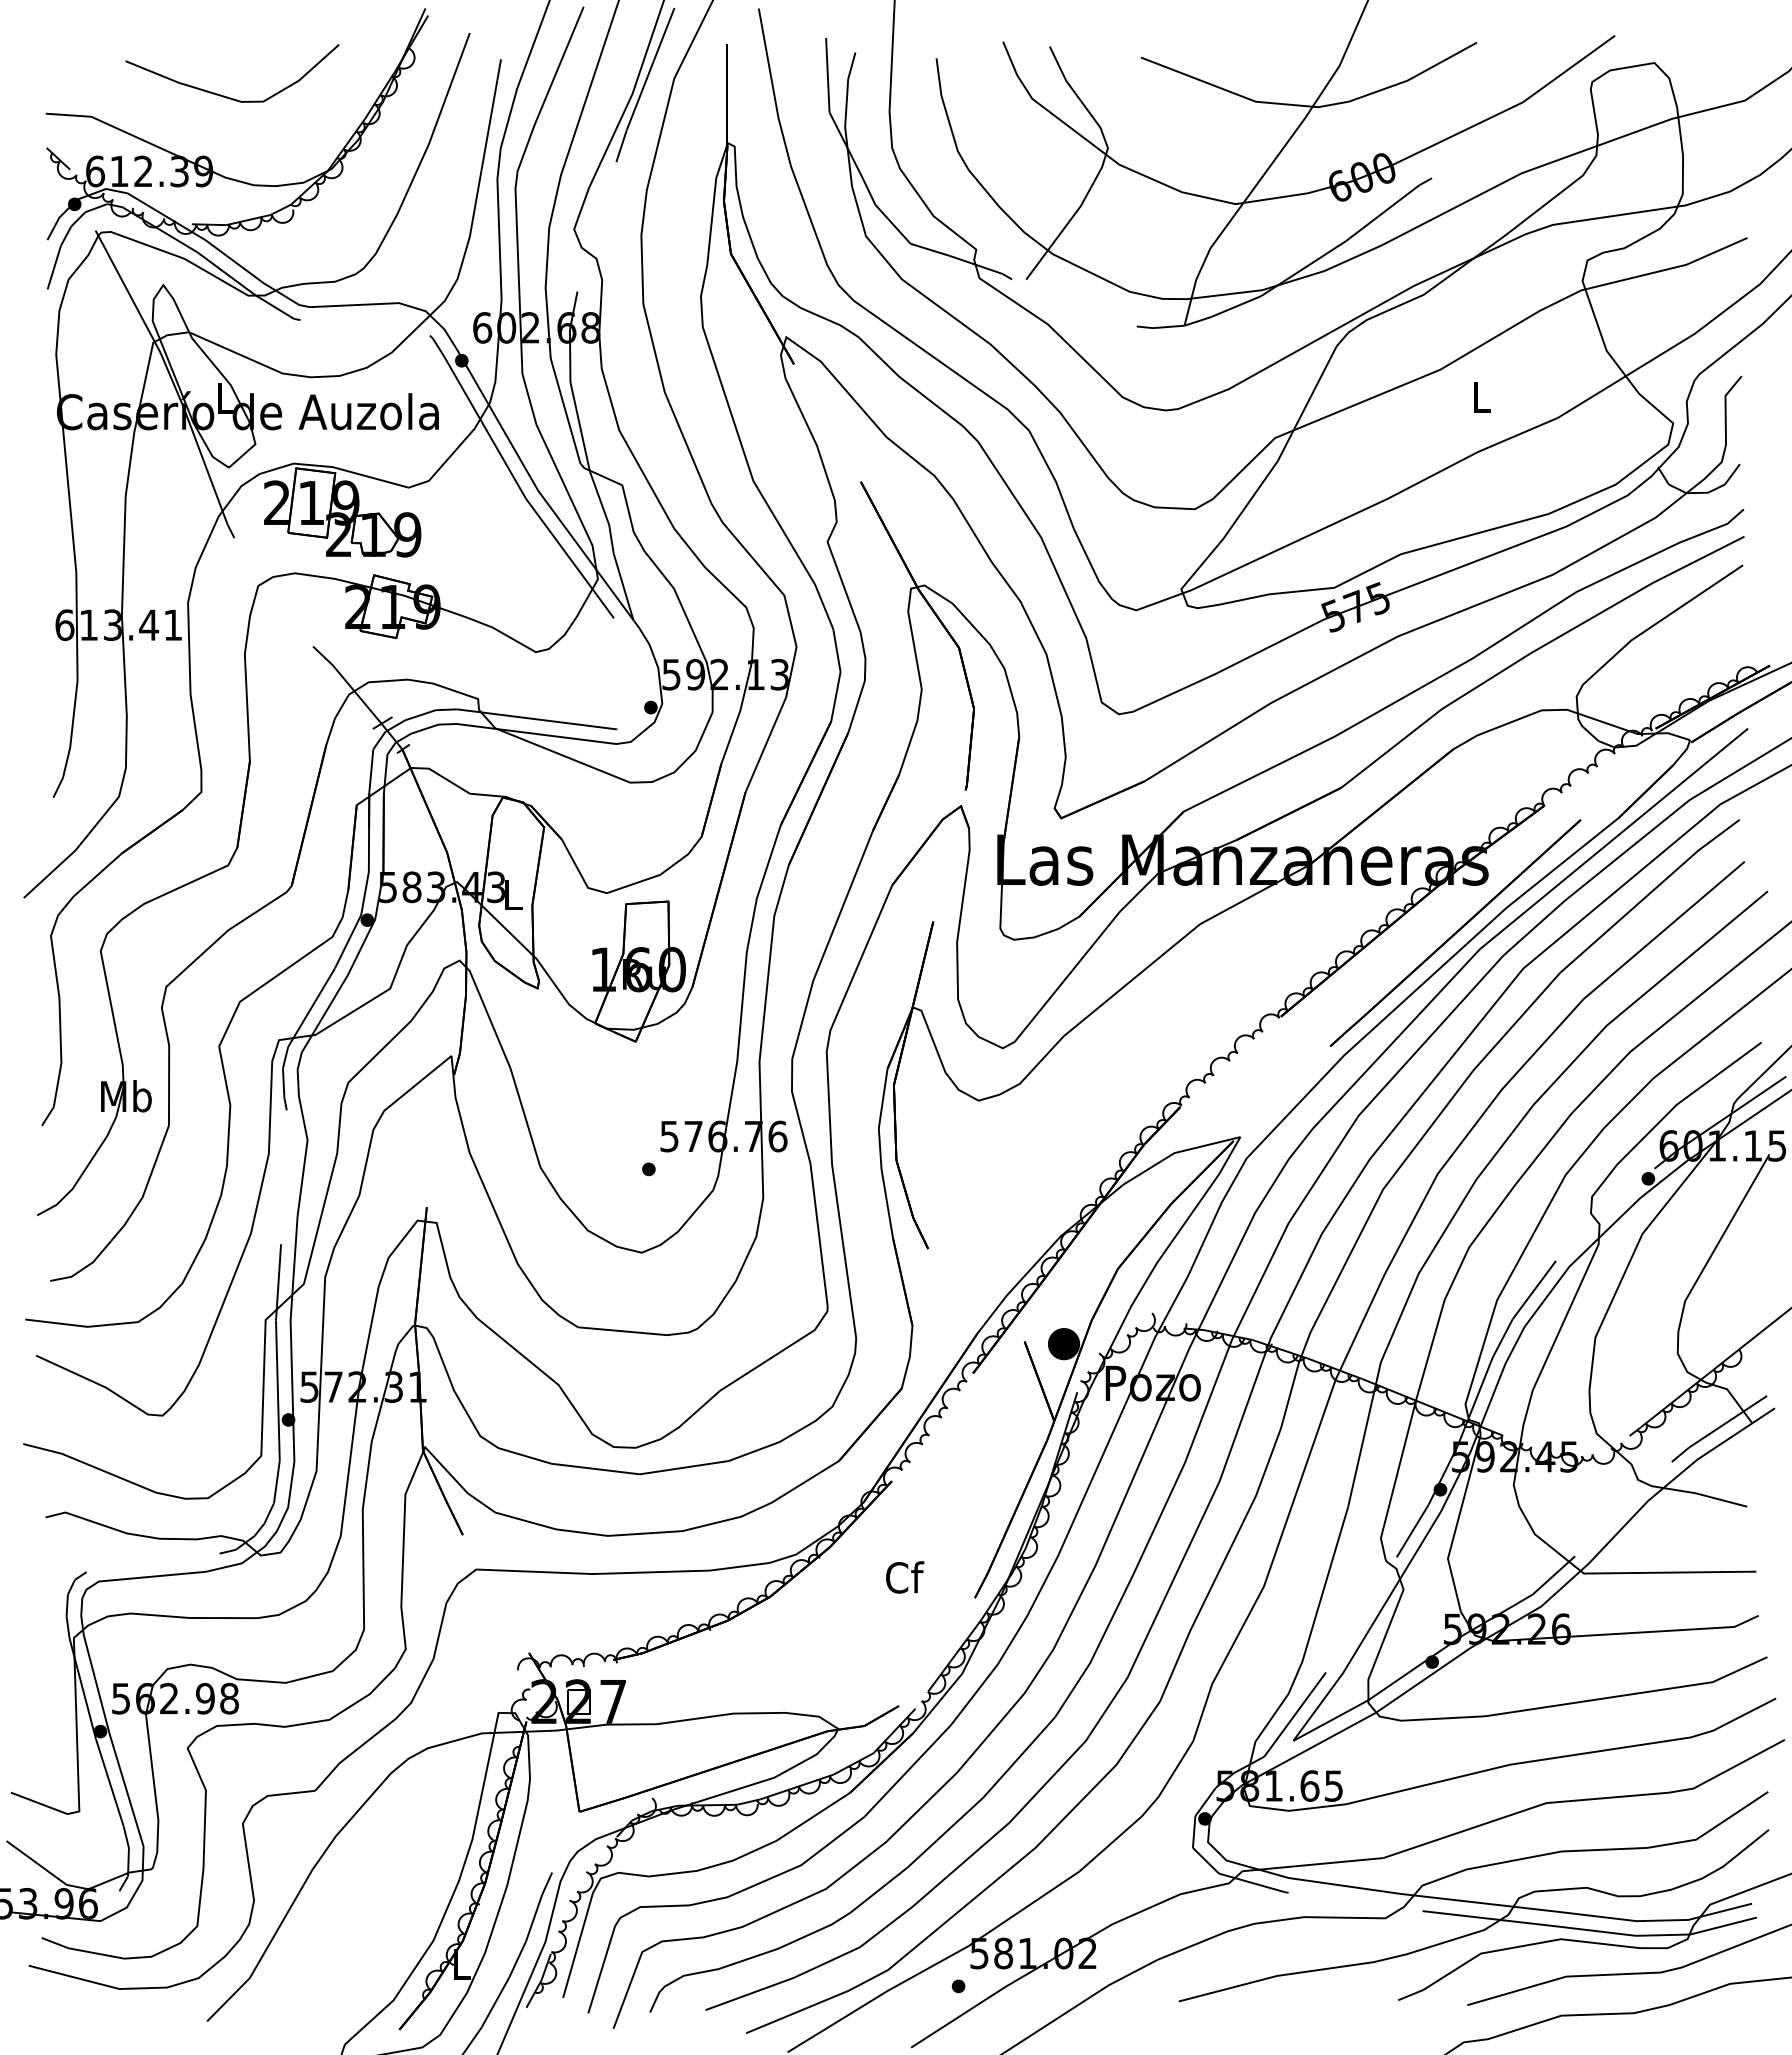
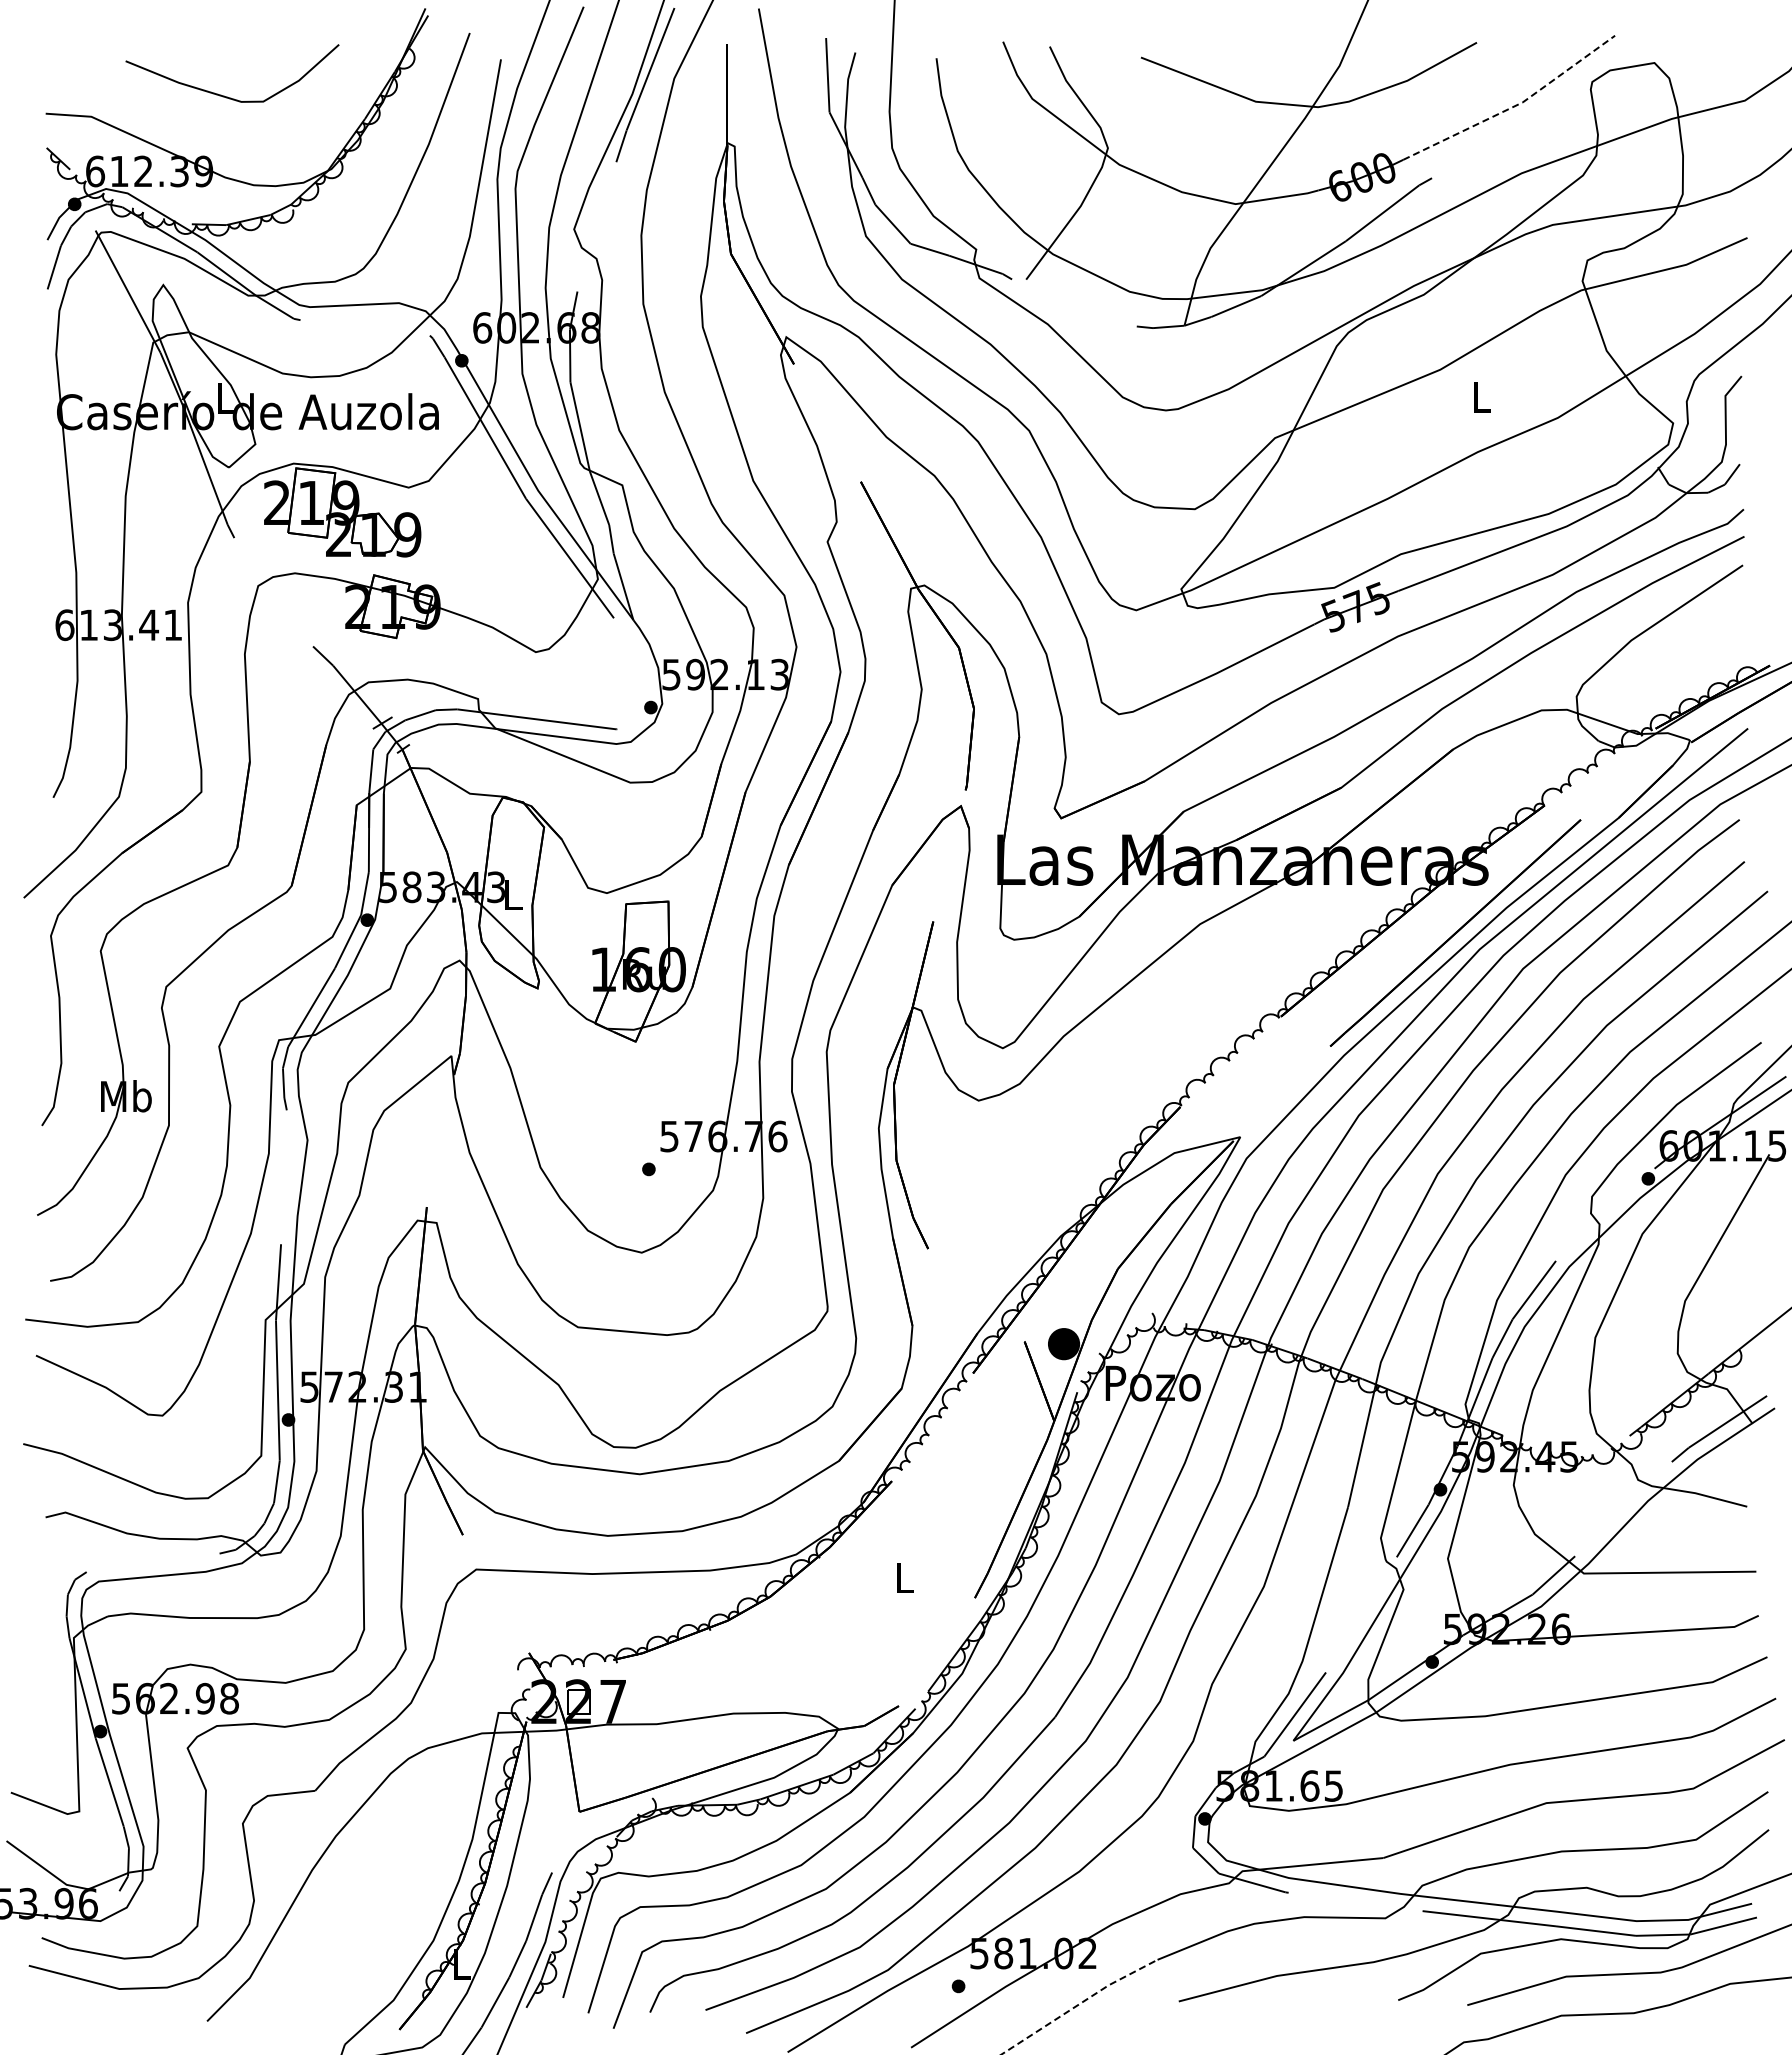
line at (1514, 106): solid -> dashed
text at (905, 1577): Cf -> L
line at (1079, 2004): solid -> dashed
